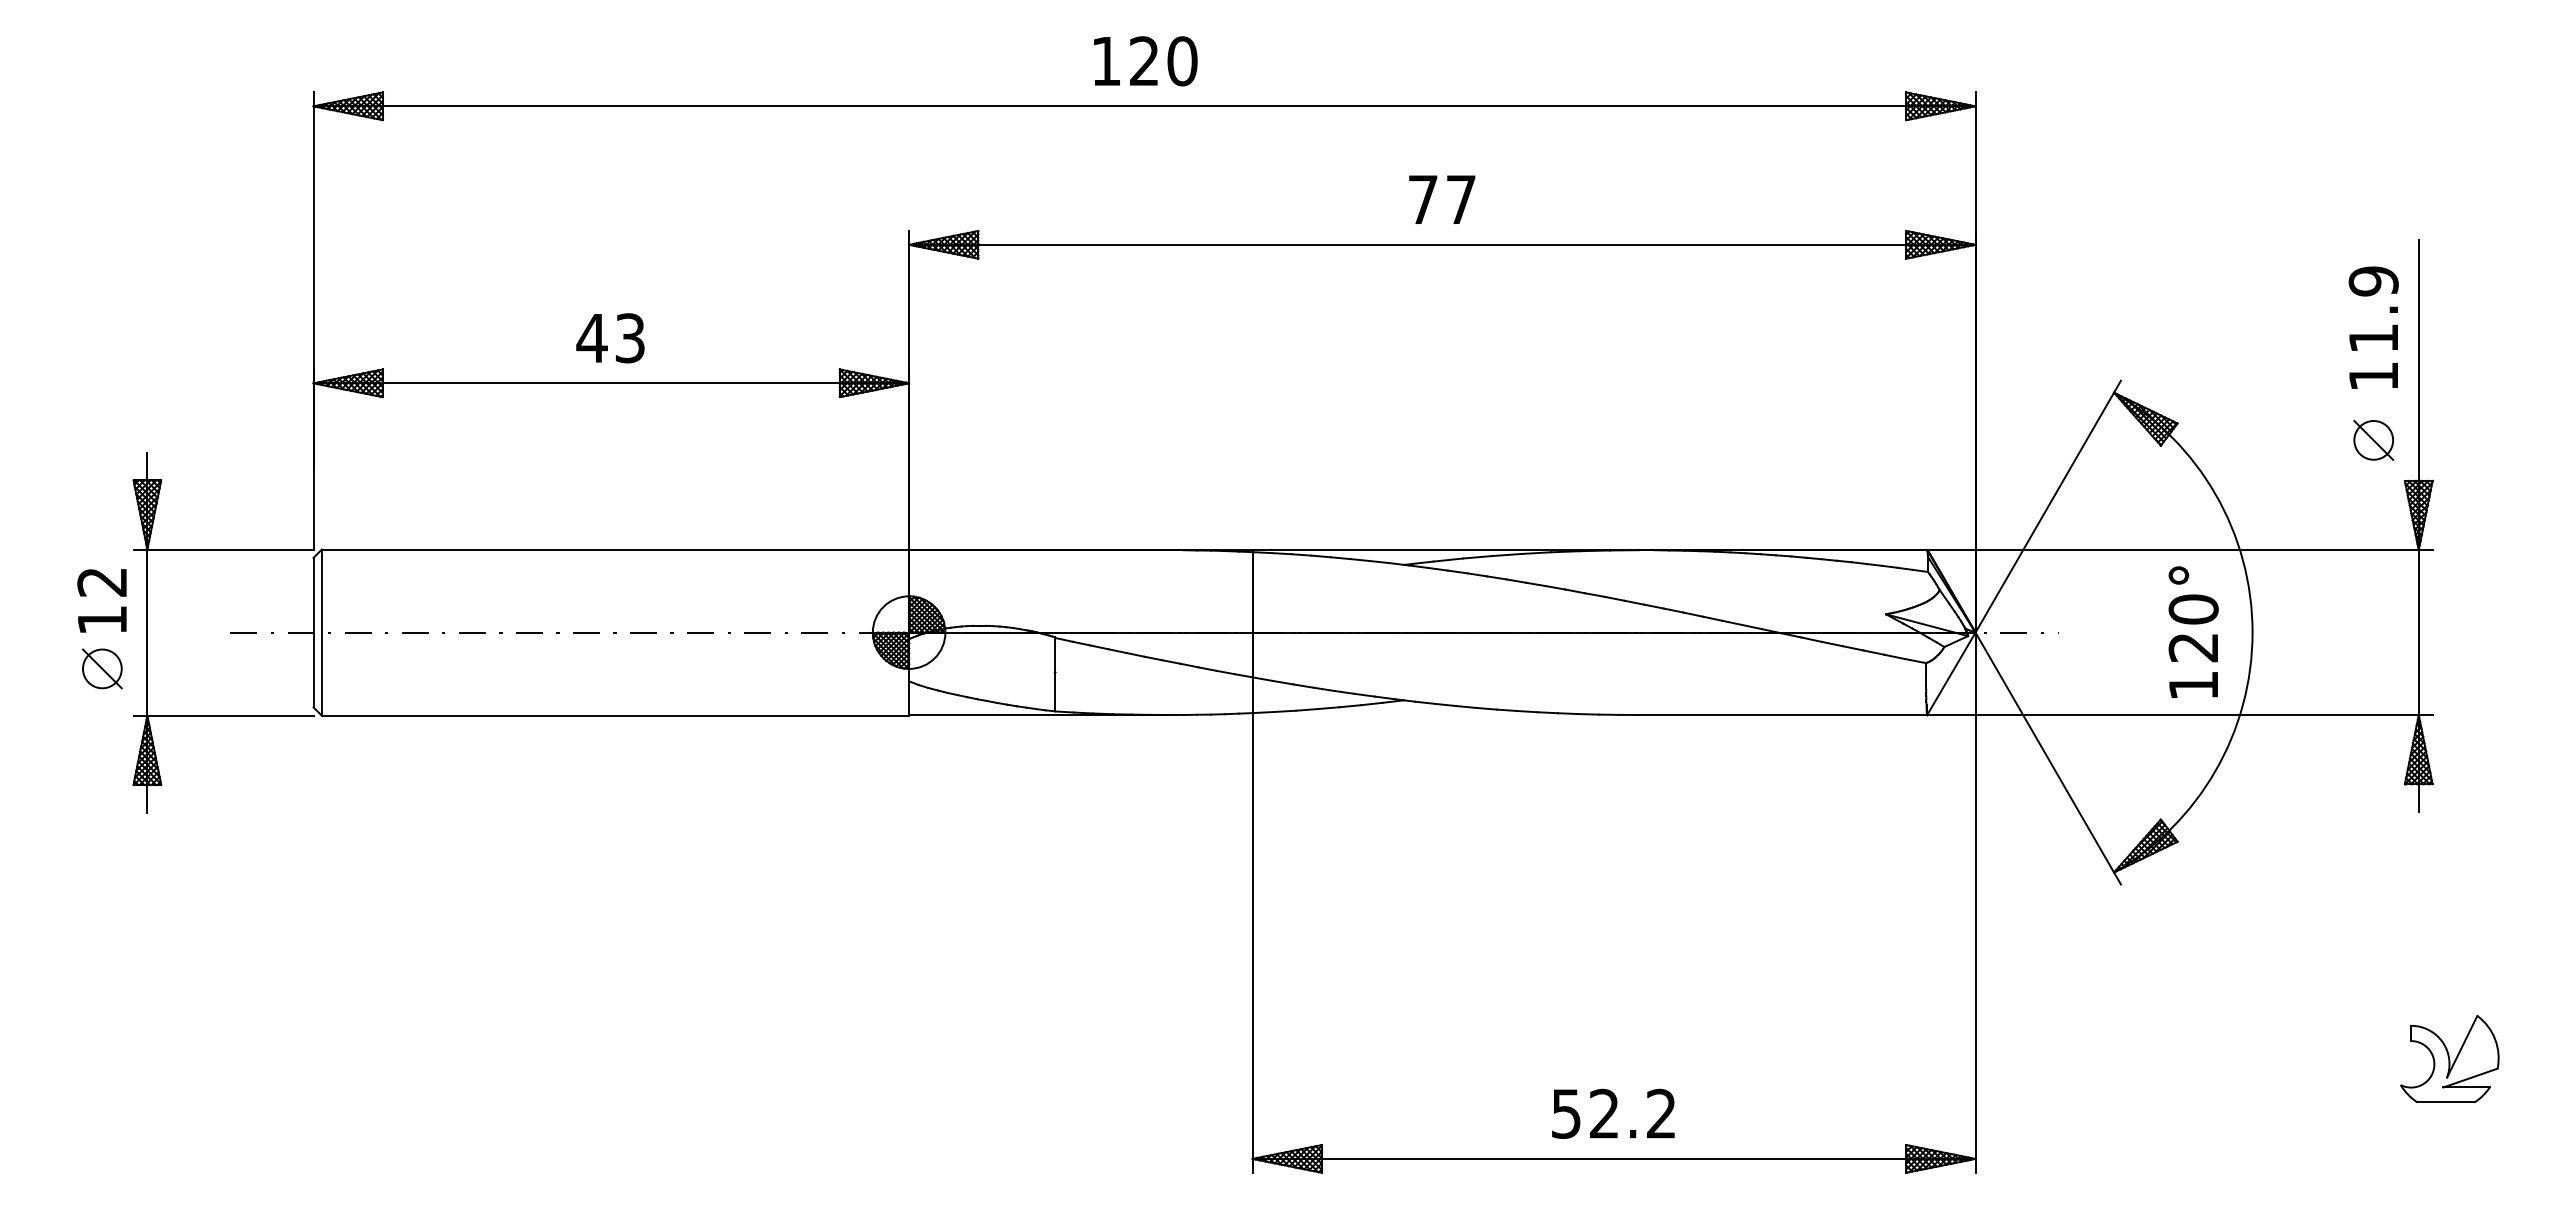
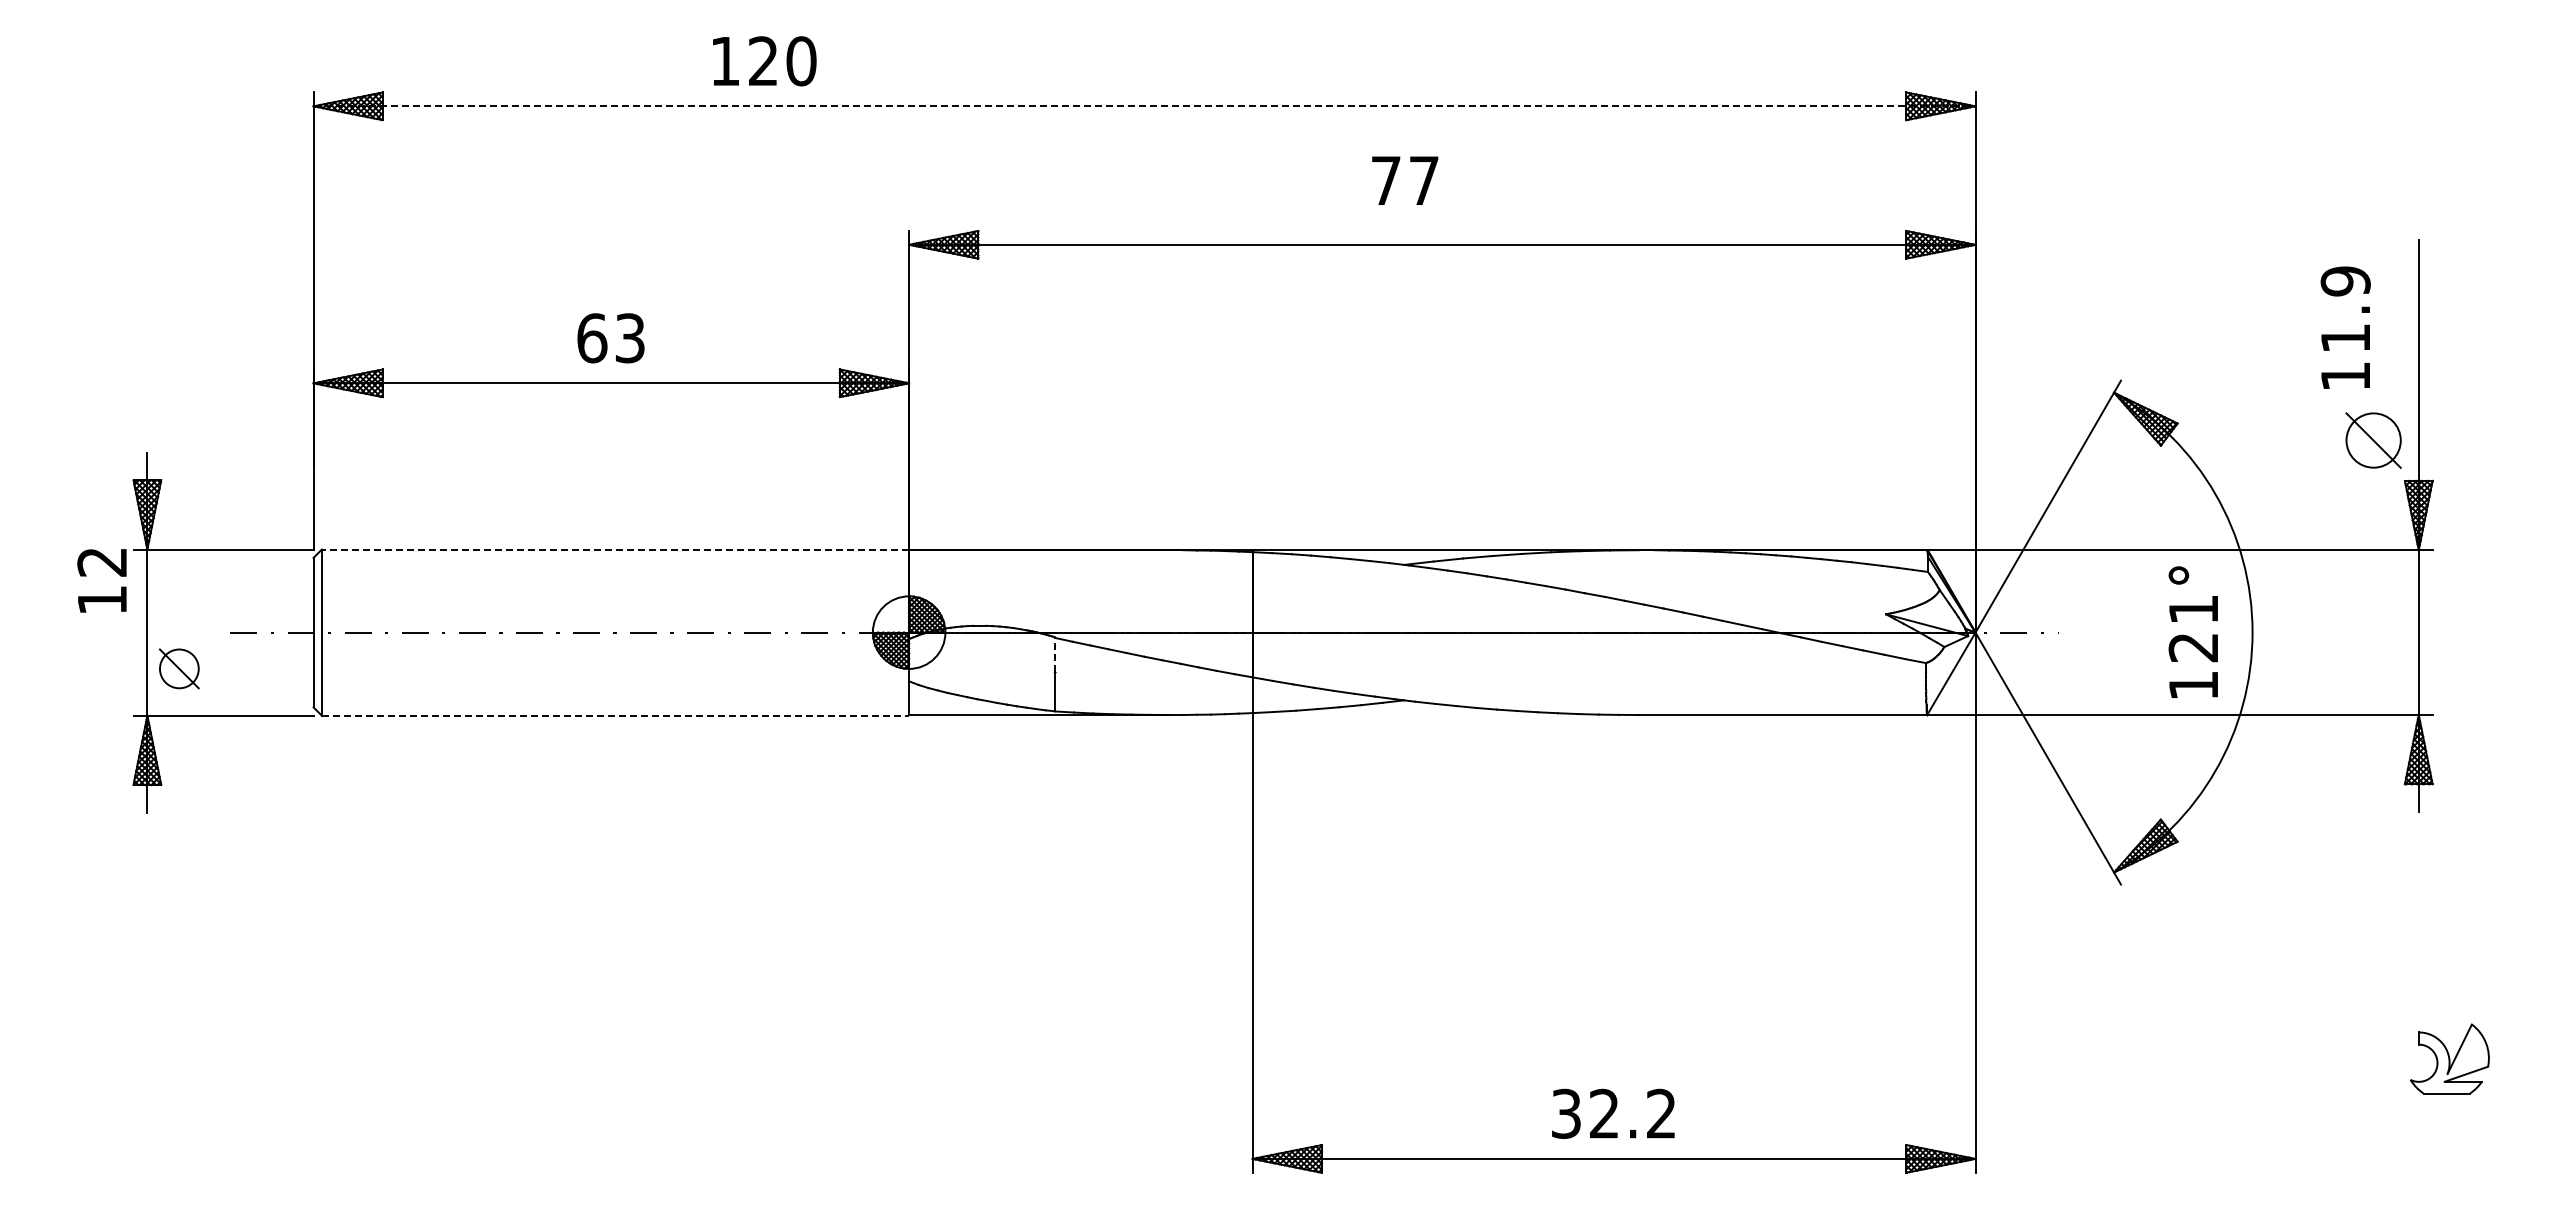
text at (1145, 61) position: (1145, 61) -> (764, 61)
line at (1144, 106): solid -> dashed
text at (1442, 199) position: (1442, 199) -> (1405, 180)
text at (2373, 327) position: (2373, 327) -> (2345, 327)
text at (591, 338): 43 -> 63
part at (2373, 439) size: 42x42 px -> 57x57 px
line at (615, 549): solid -> dashed
text at (101, 600) position: (101, 600) -> (101, 580)
text at (2193, 609): 120° -> 121°
line at (1054, 654): solid -> dashed
part at (101, 668) position: (101, 668) -> (178, 668)
line at (615, 715): solid -> dashed
part at (2449, 1058) size: 100x88 px -> 80x72 px
text at (1566, 1113): 52.2 -> 32.2
